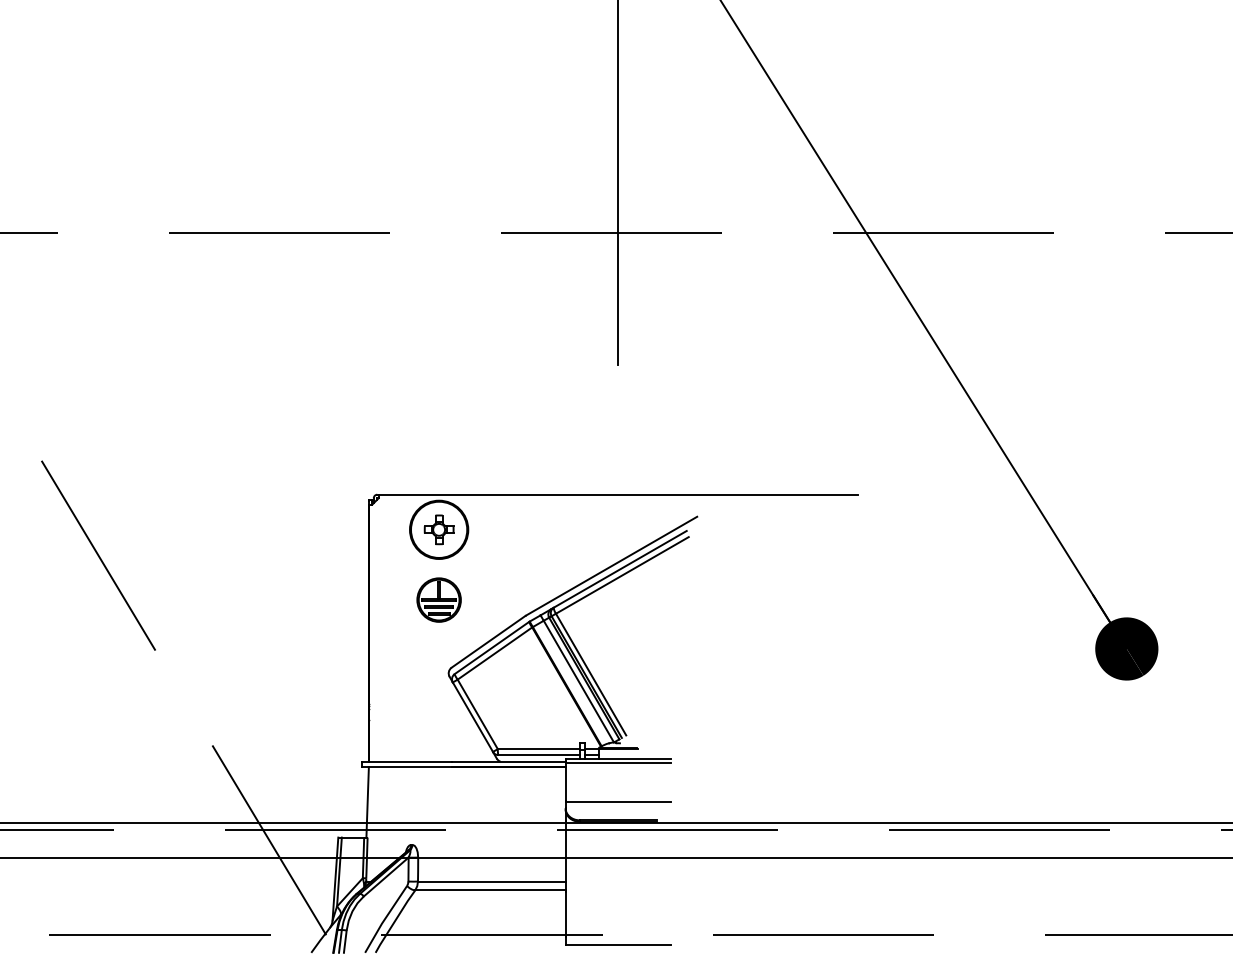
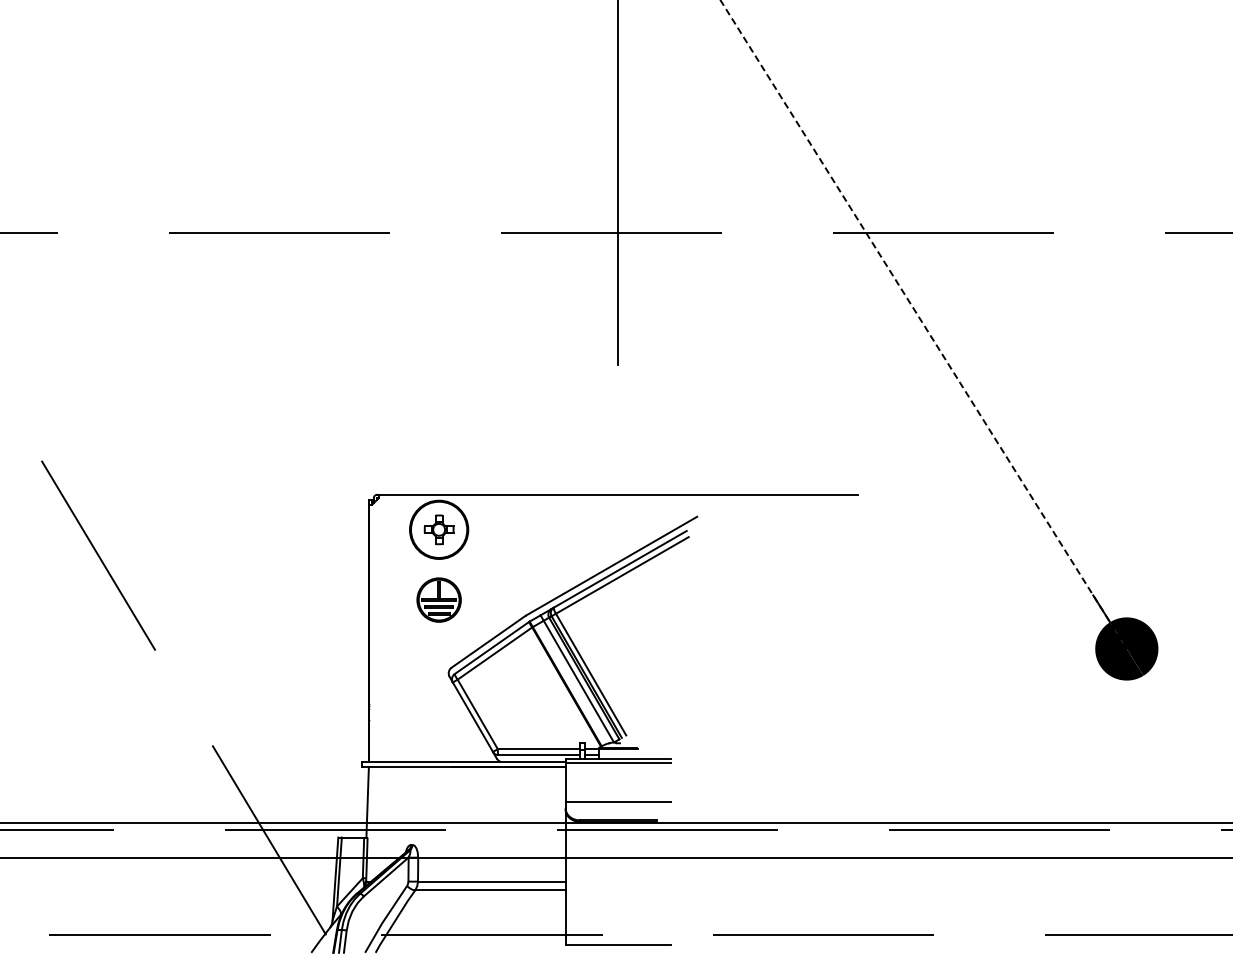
line at (923, 324): solid -> dashed
